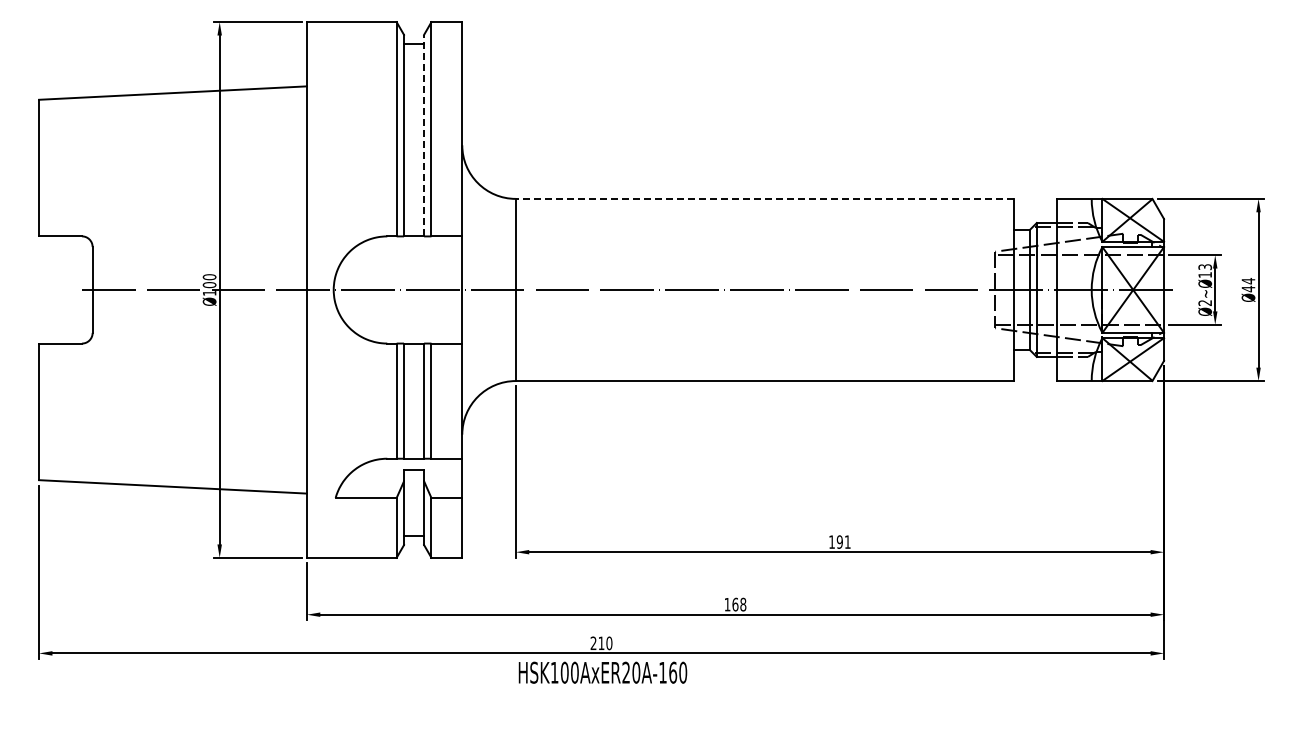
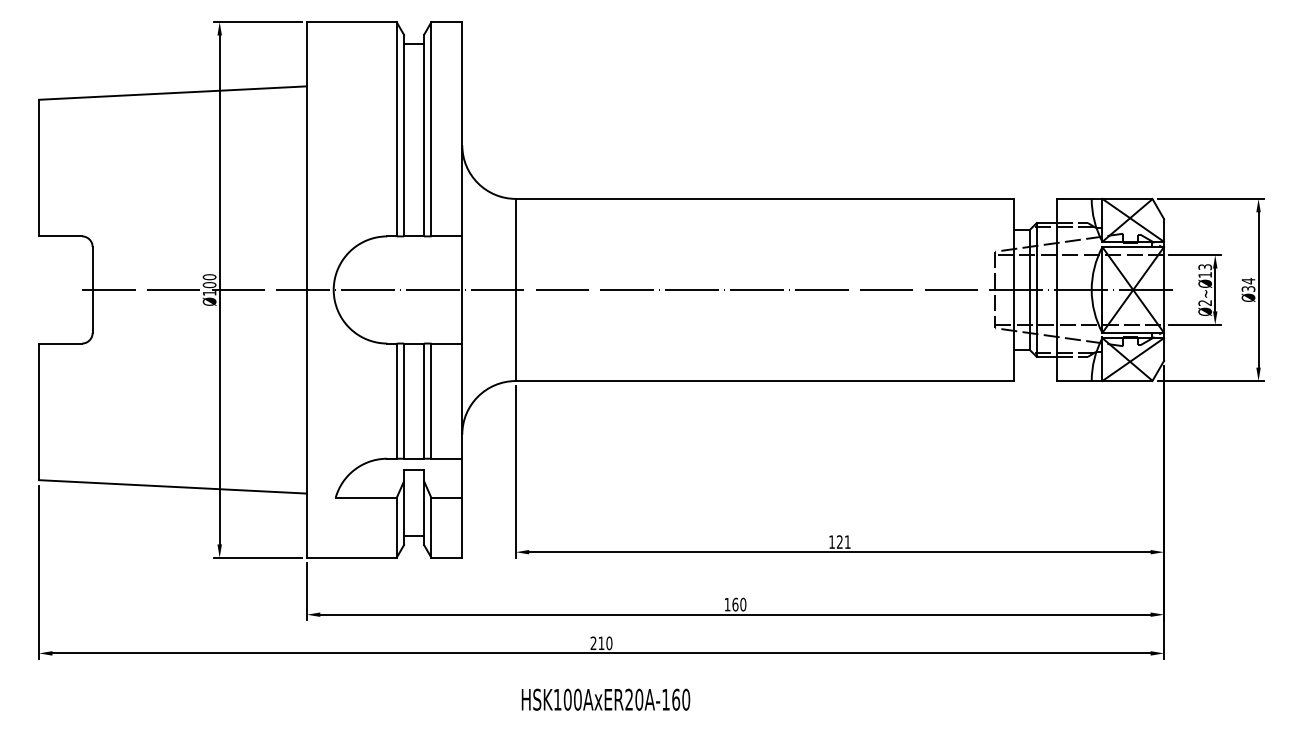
line at (424, 135): dashed -> solid
line at (764, 198): dashed -> solid
text at (1248, 288): 44 -> 34
text at (839, 541): 191 -> 121
text at (743, 604): 168 -> 160
text at (602, 672) position: (602, 672) -> (605, 699)
